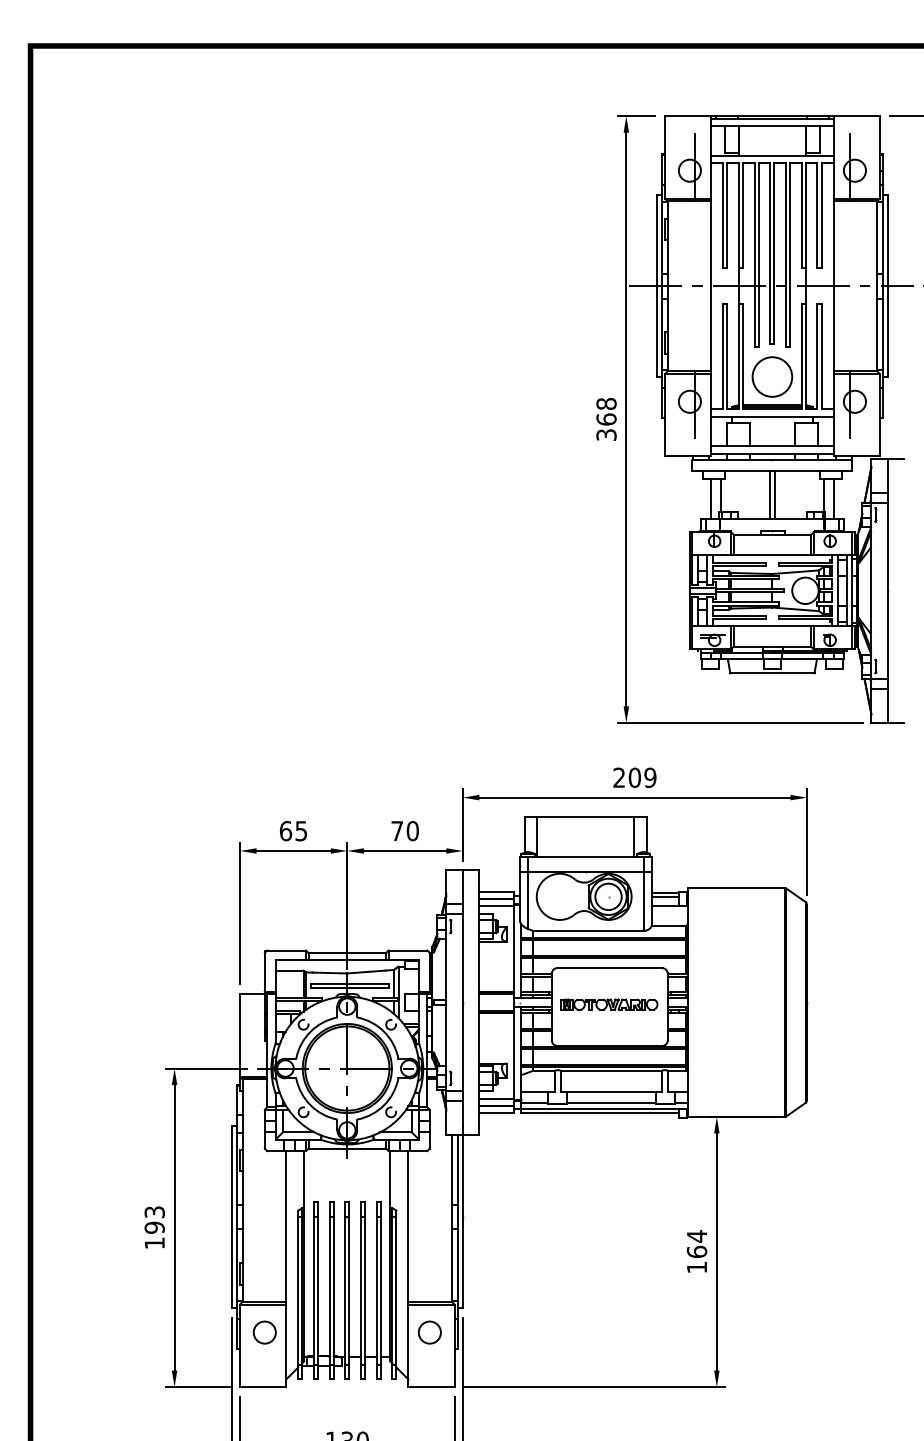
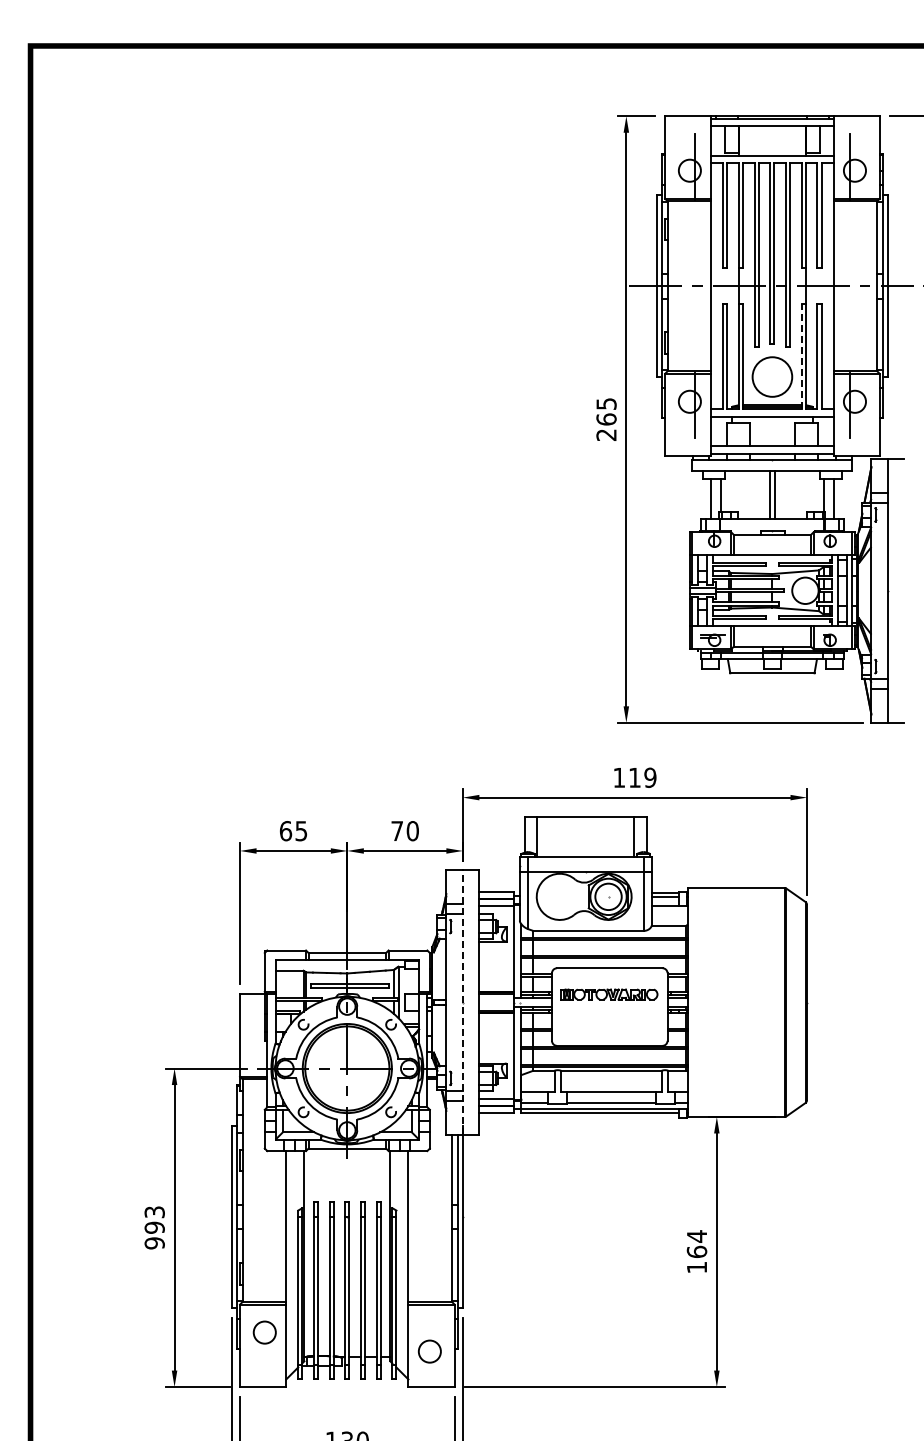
line at (801, 356): solid -> dashed
text at (606, 419): 368 -> 265
text at (627, 777): 209 -> 119
line at (462, 1002): solid -> dashed
part at (609, 1004) position: (609, 1004) -> (609, 994)
text at (154, 1243): 193 -> 993
circle at (429, 1332) position: (429, 1332) -> (429, 1351)
